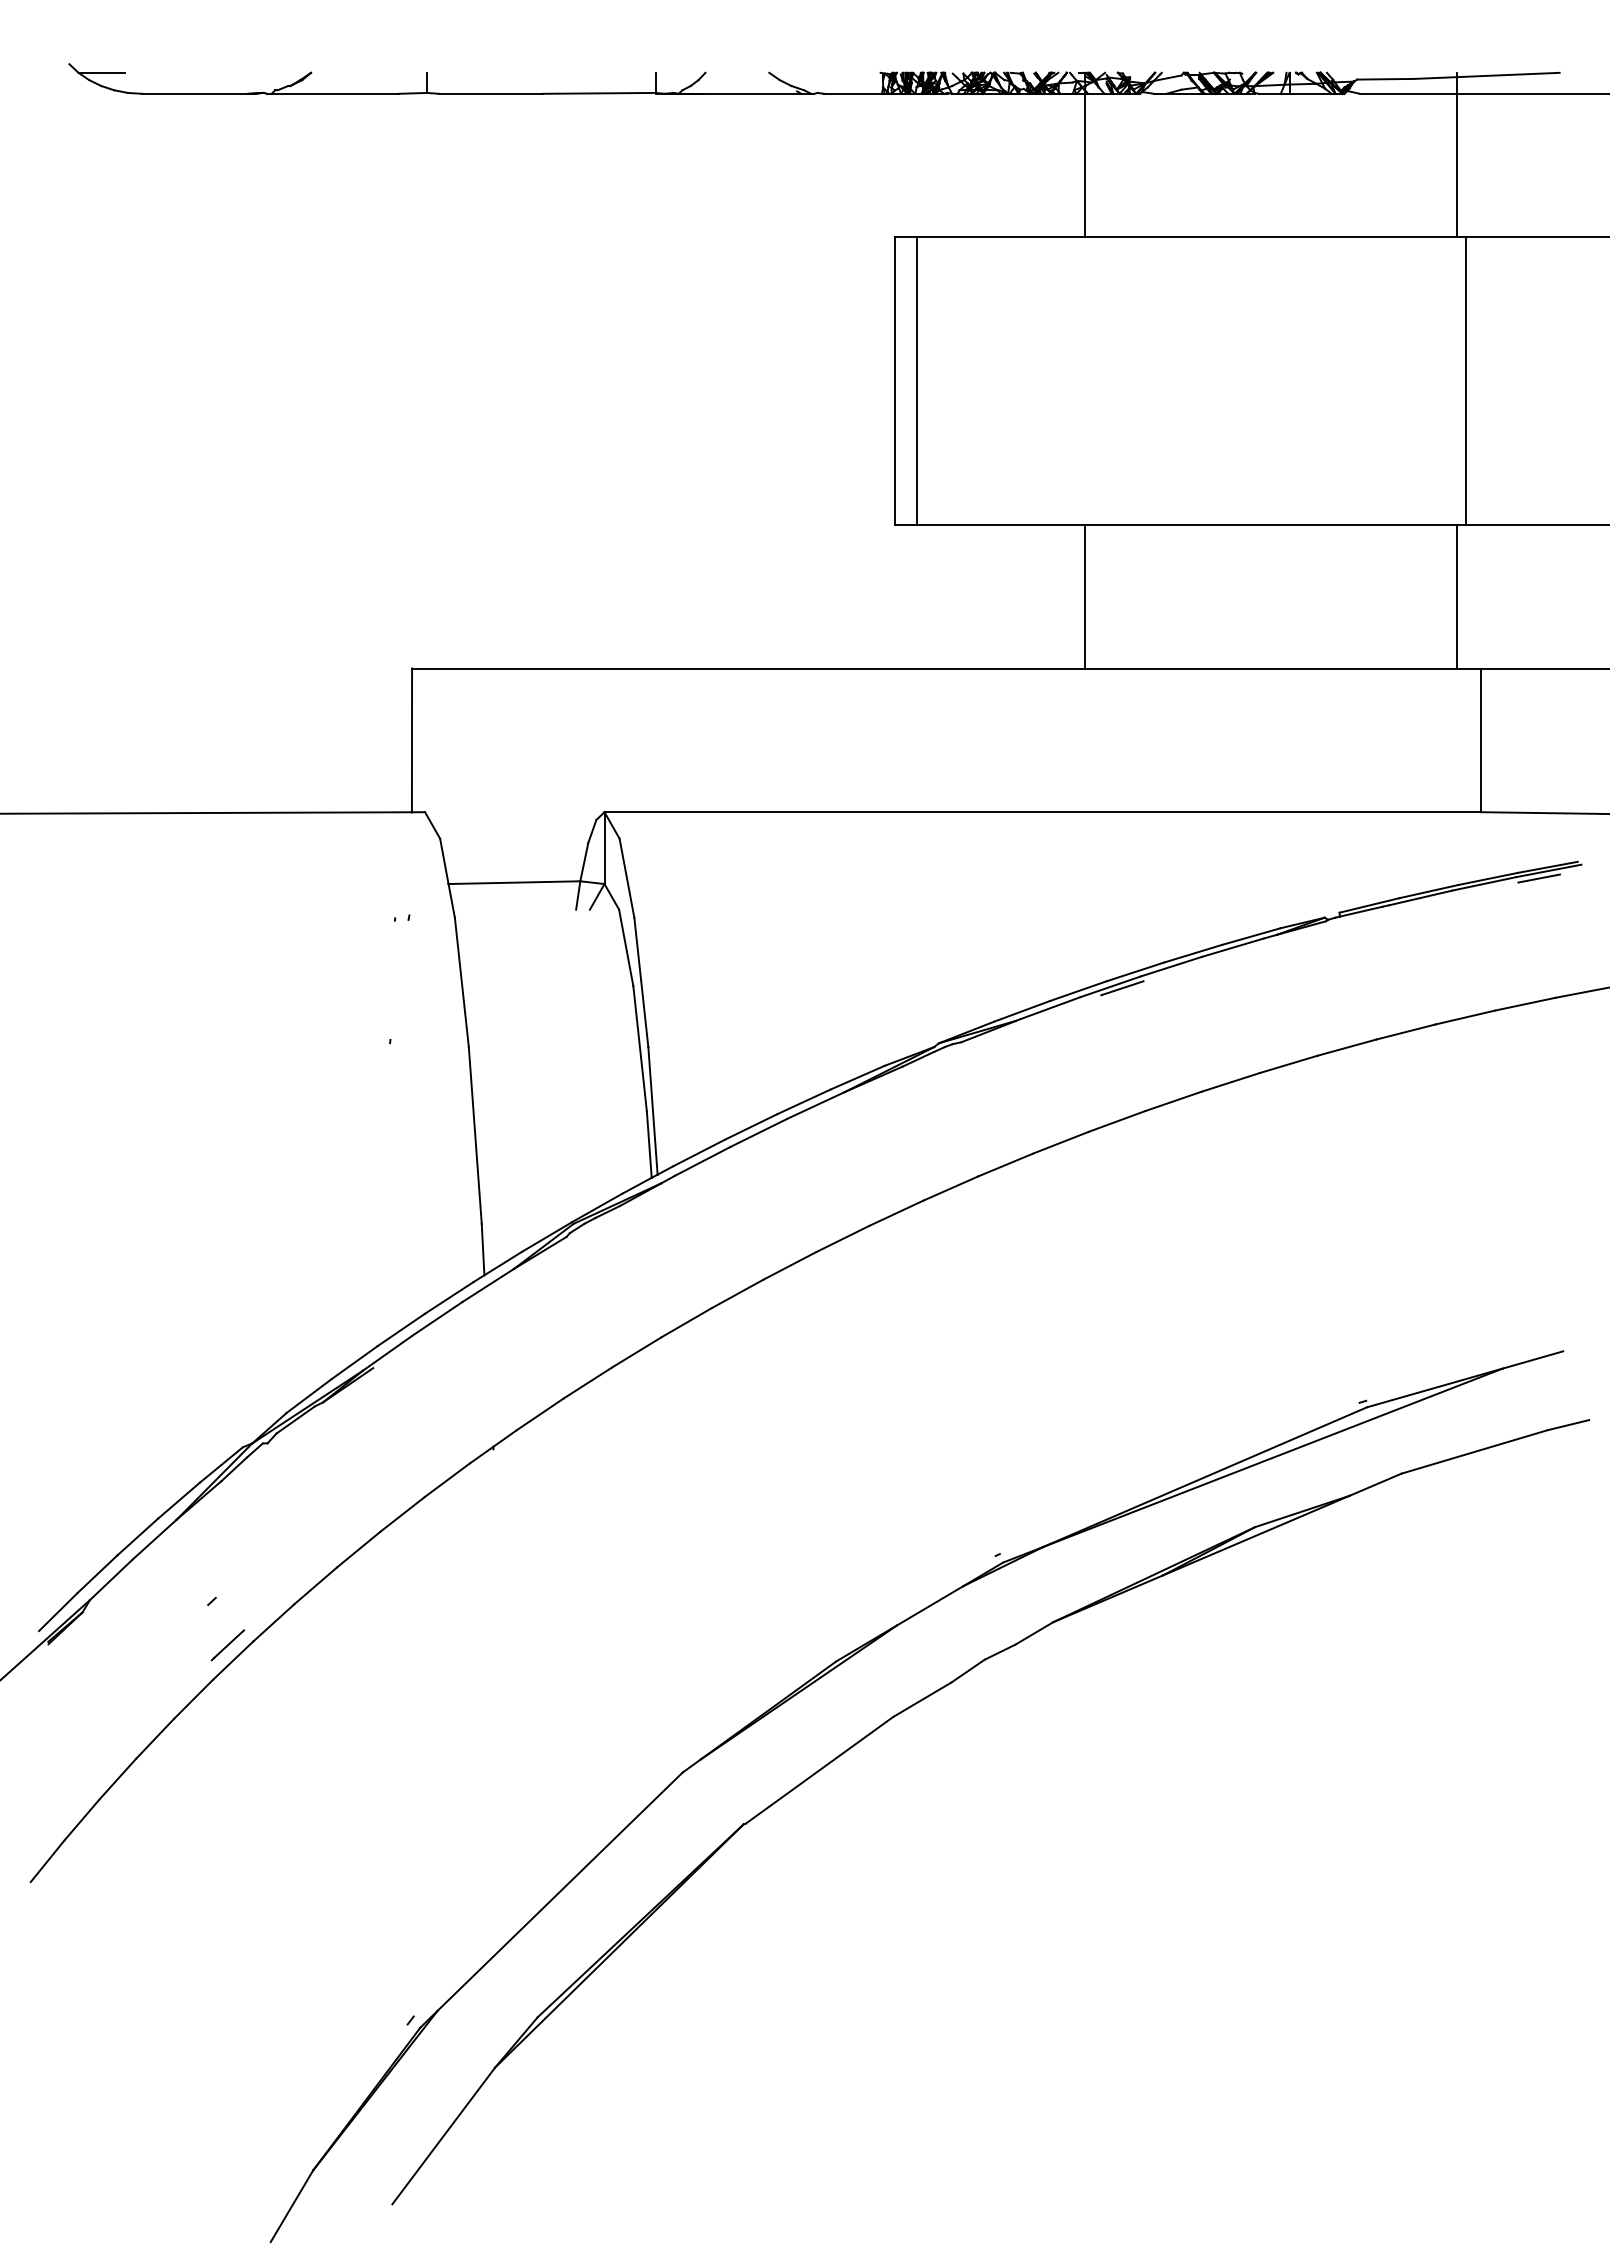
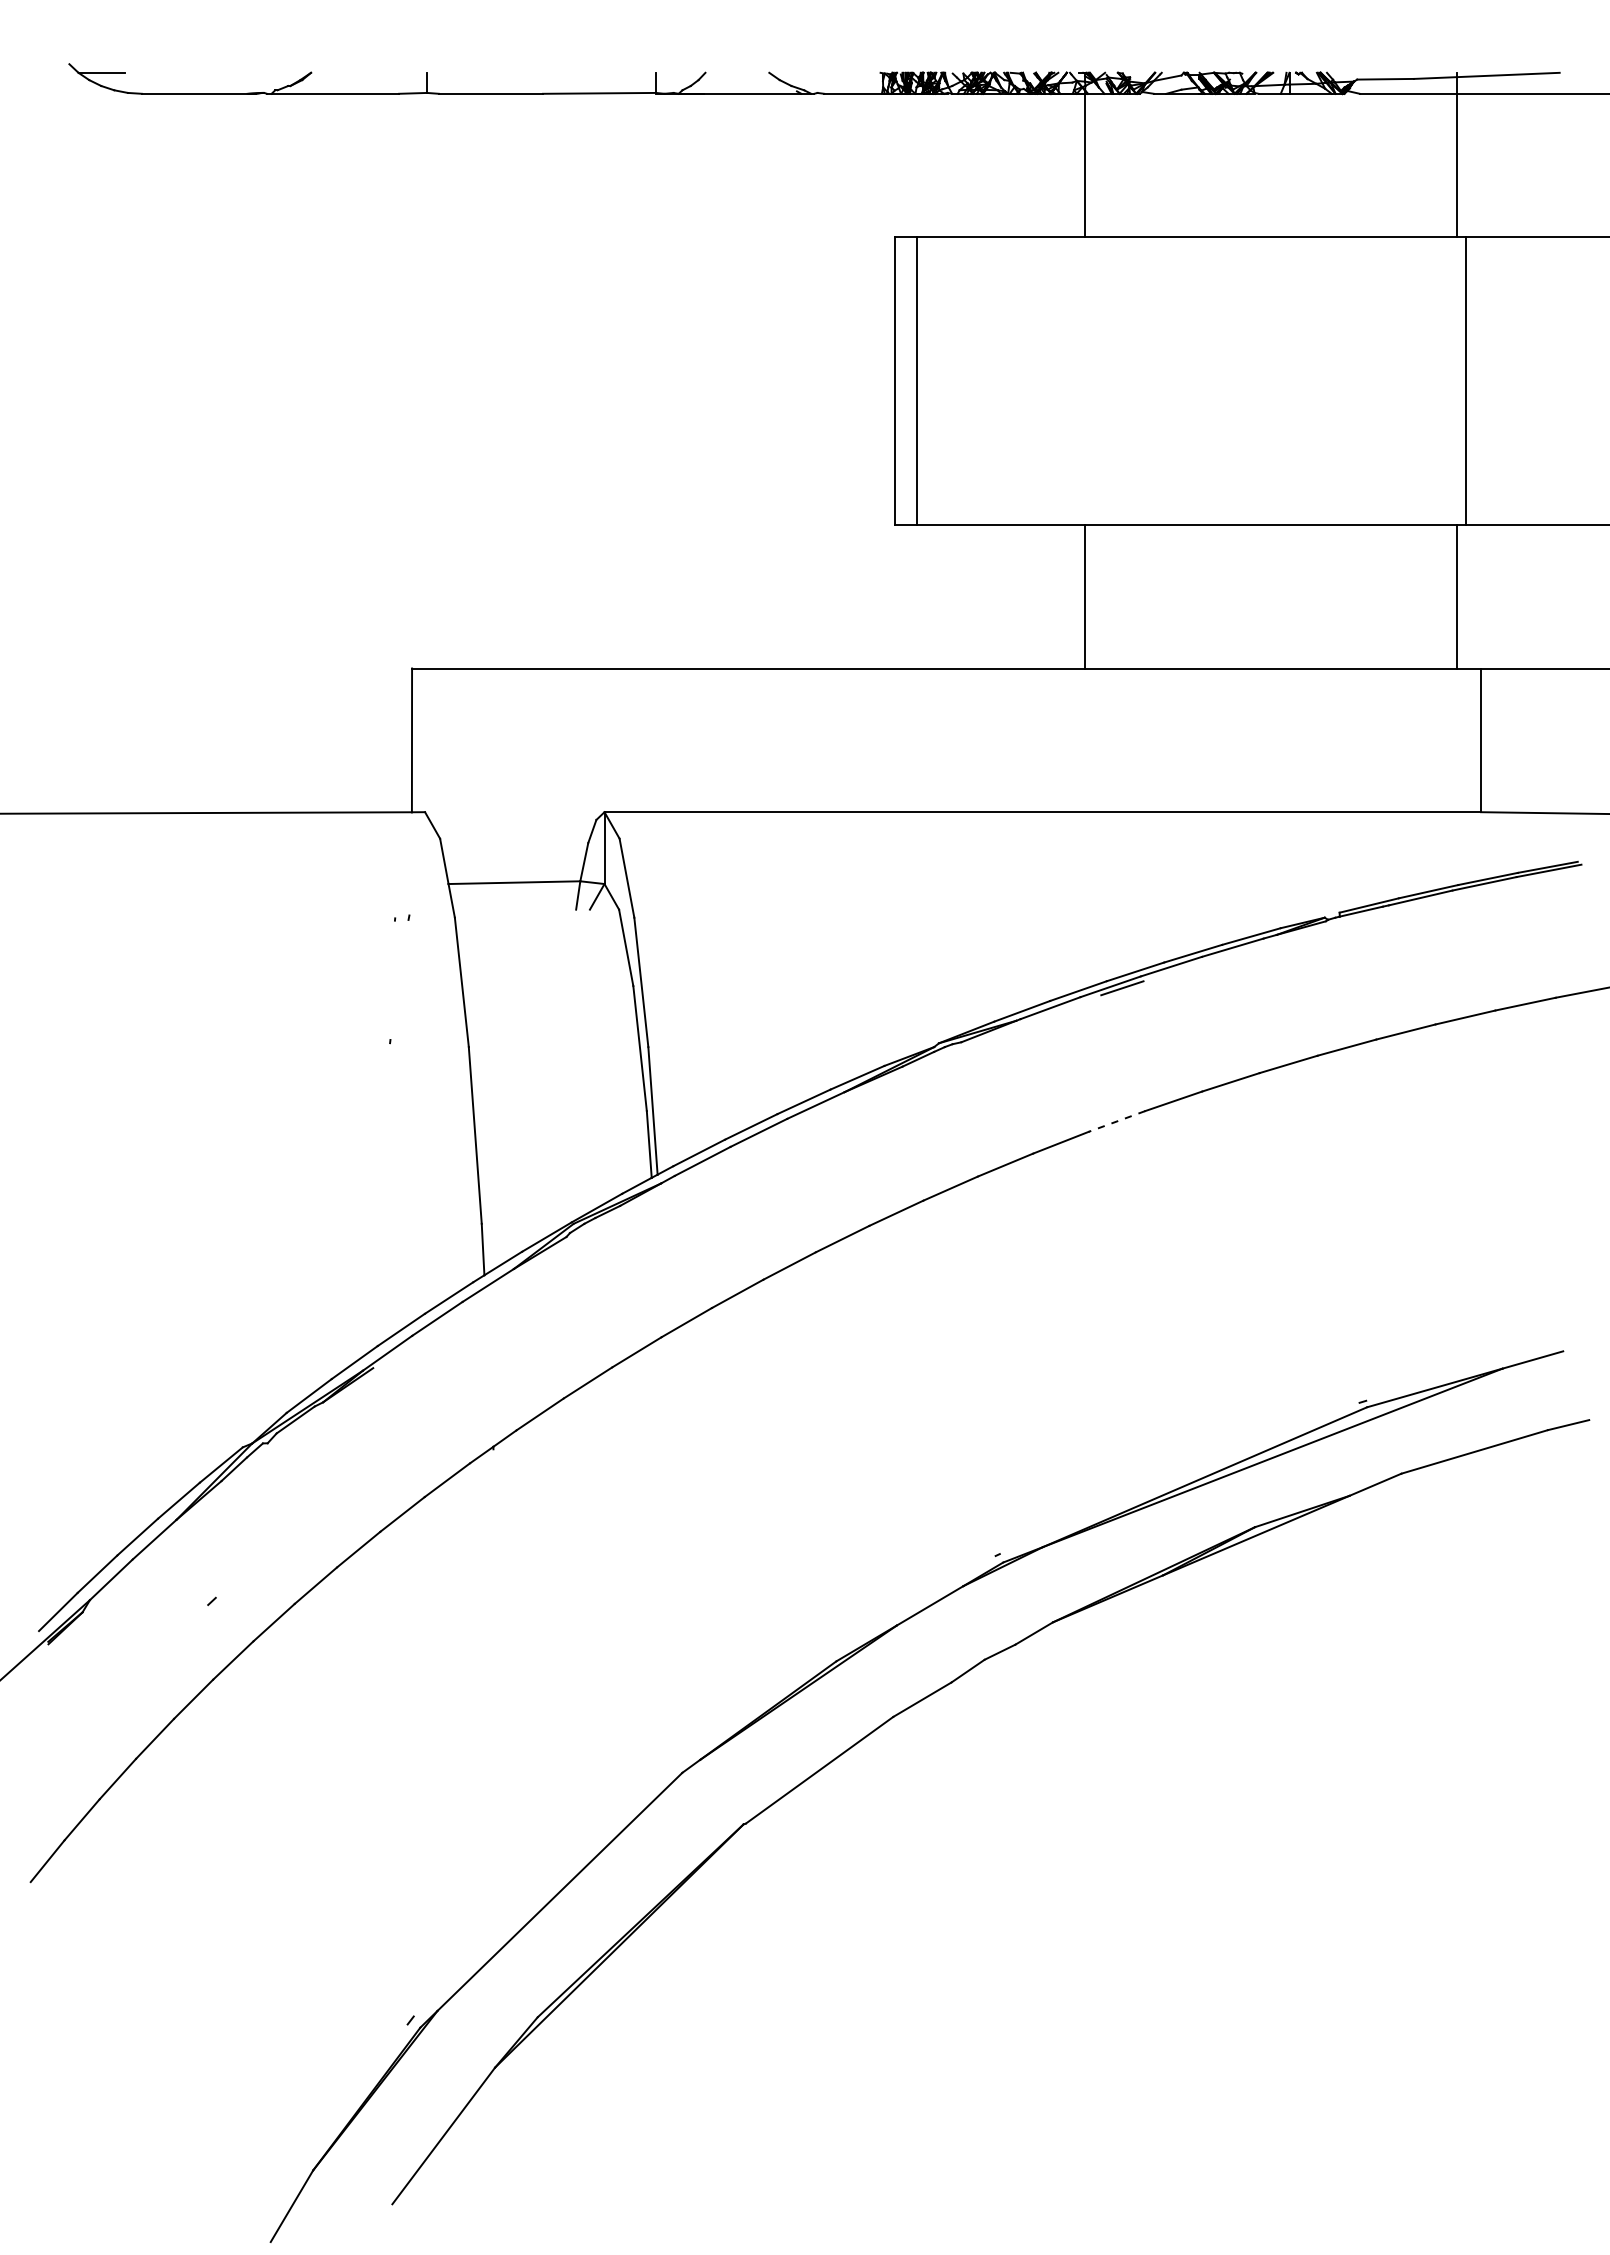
line at (1538, 878): present -> none
line at (1116, 1121): solid -> dashed
line at (227, 1645): present -> none
